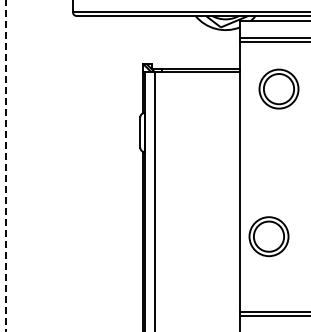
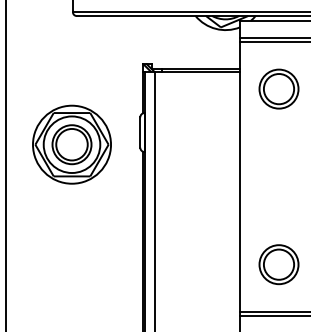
part at (71, 144): none -> present
line at (6, 166): dashed -> solid
part at (268, 236) position: (268, 236) -> (278, 264)
